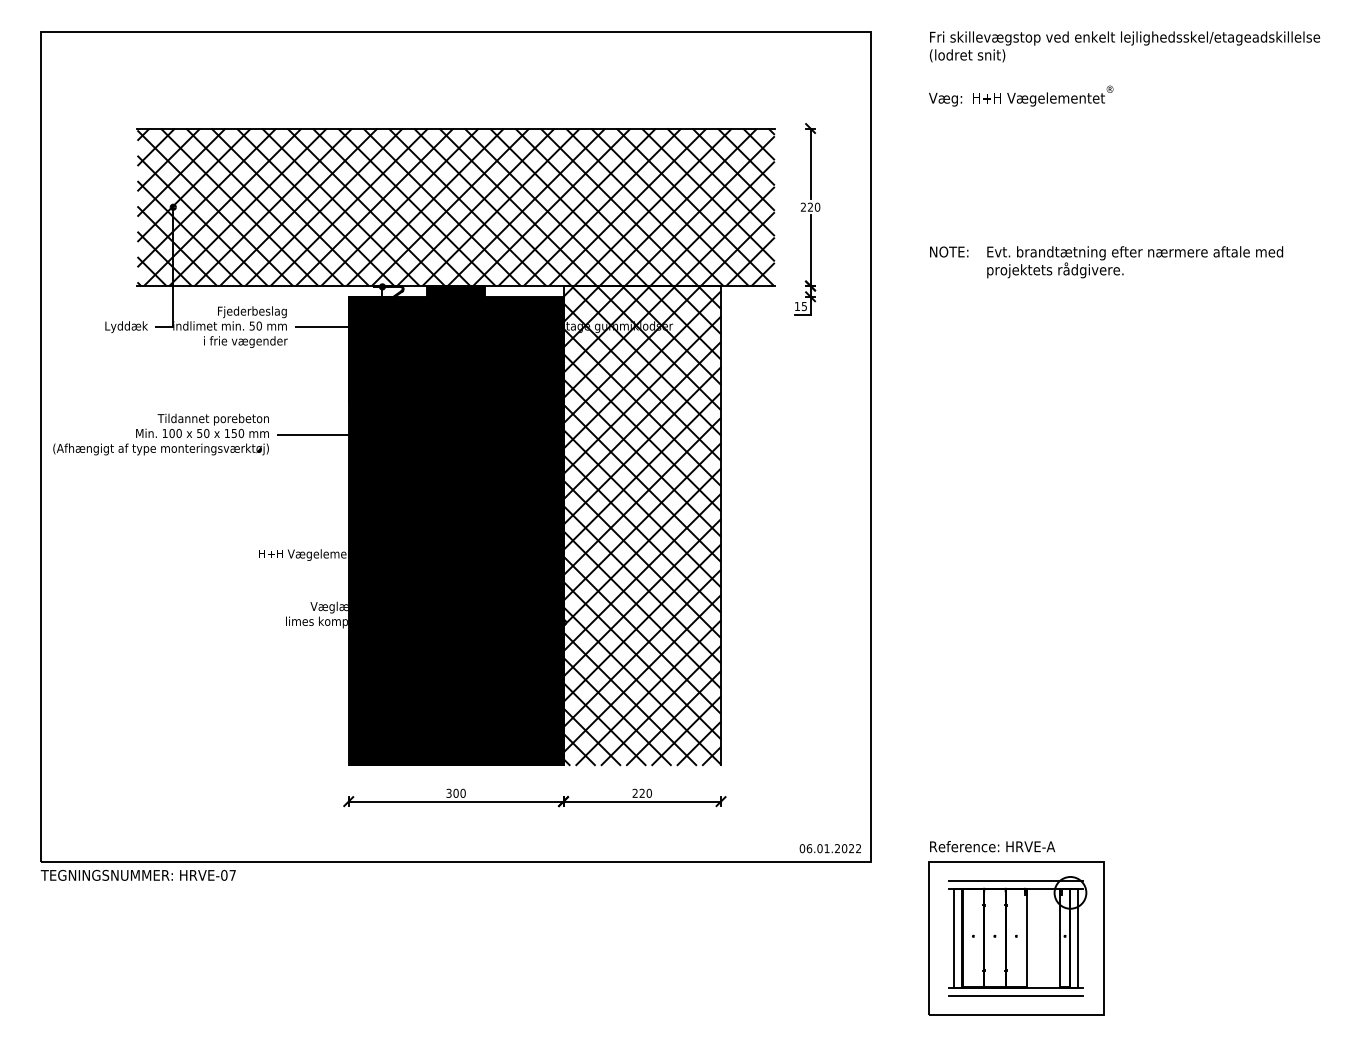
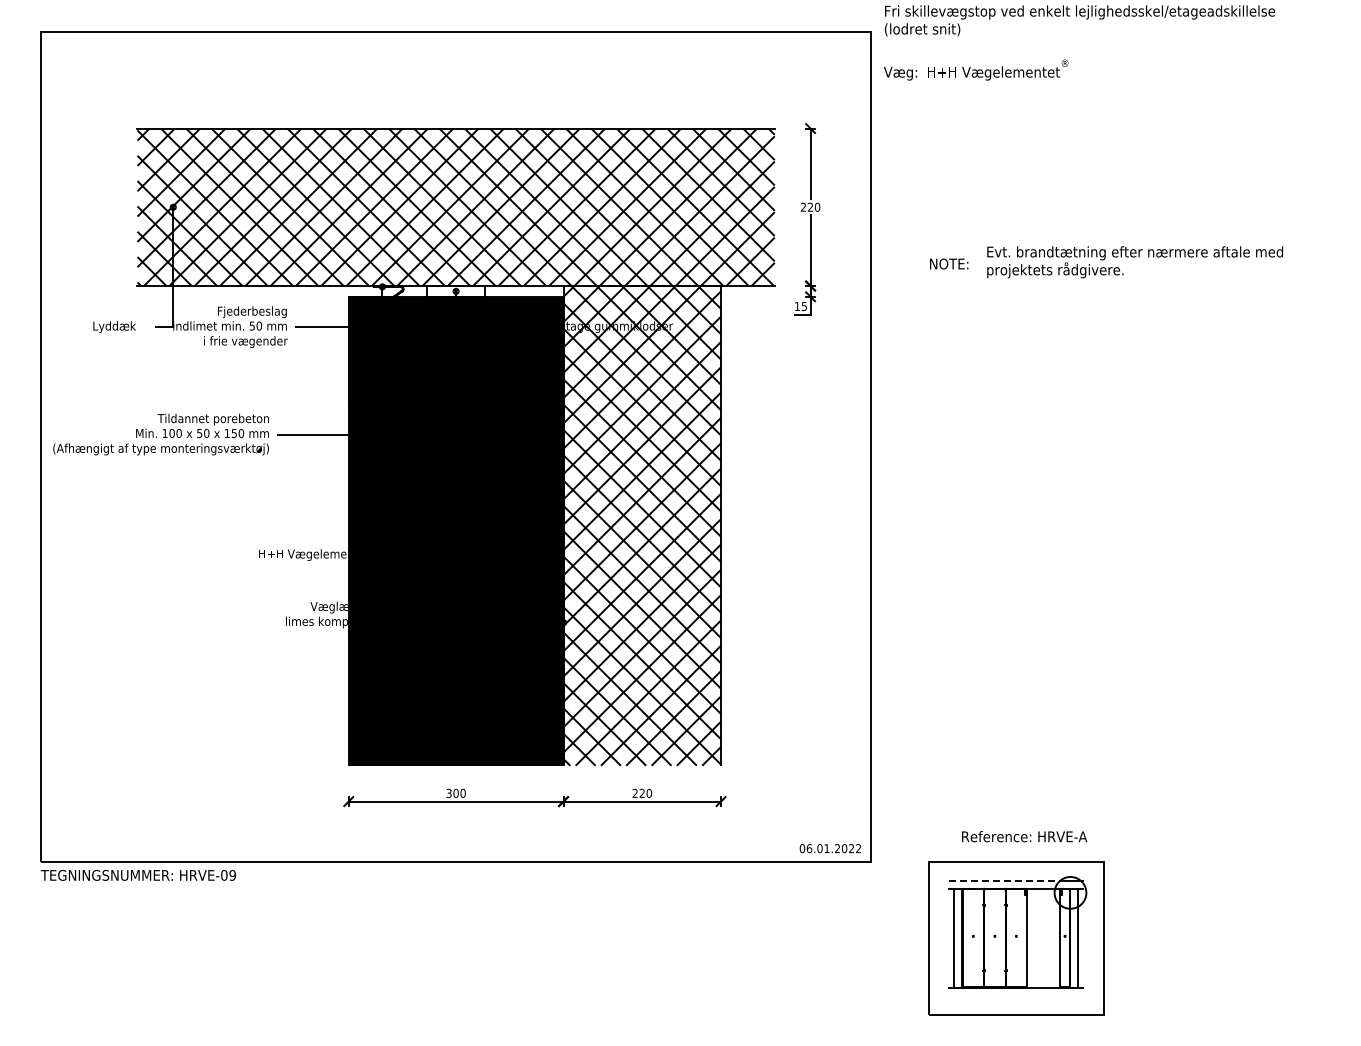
text at (1124, 68) position: (1124, 68) -> (1079, 42)
text at (949, 251) position: (949, 251) -> (949, 263)
fill at (455, 291): present -> none
text at (126, 326) position: (126, 326) -> (114, 326)
text at (992, 846) position: (992, 846) -> (1024, 836)
text at (232, 874): HRVE-07 -> HRVE-09
line at (1005, 880): solid -> dashed
line at (1016, 996): present -> none
